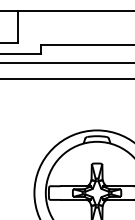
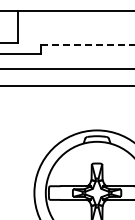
line at (87, 45): solid -> dashed
line at (66, 63) position: (66, 63) -> (66, 69)
line at (66, 79) position: (66, 79) -> (66, 86)
